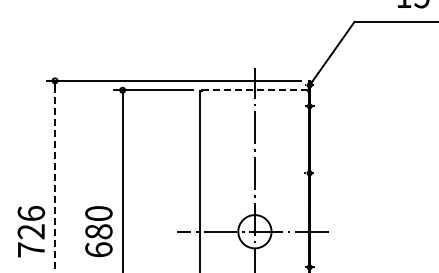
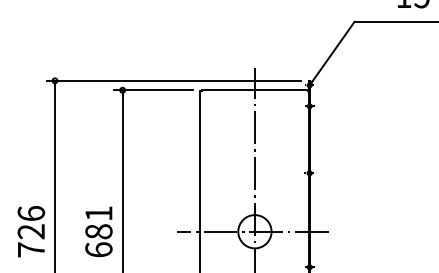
line at (255, 90): dashed -> solid
line at (55, 179): dashed -> solid
text at (98, 213): 680 -> 681
